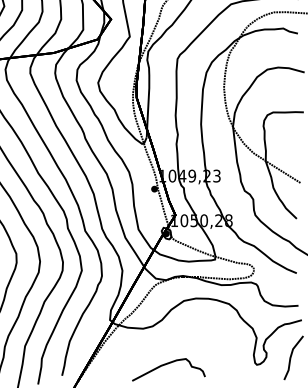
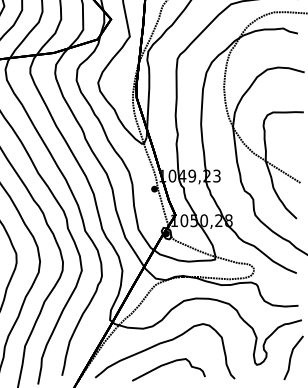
curve at (163, 343): none -> present
